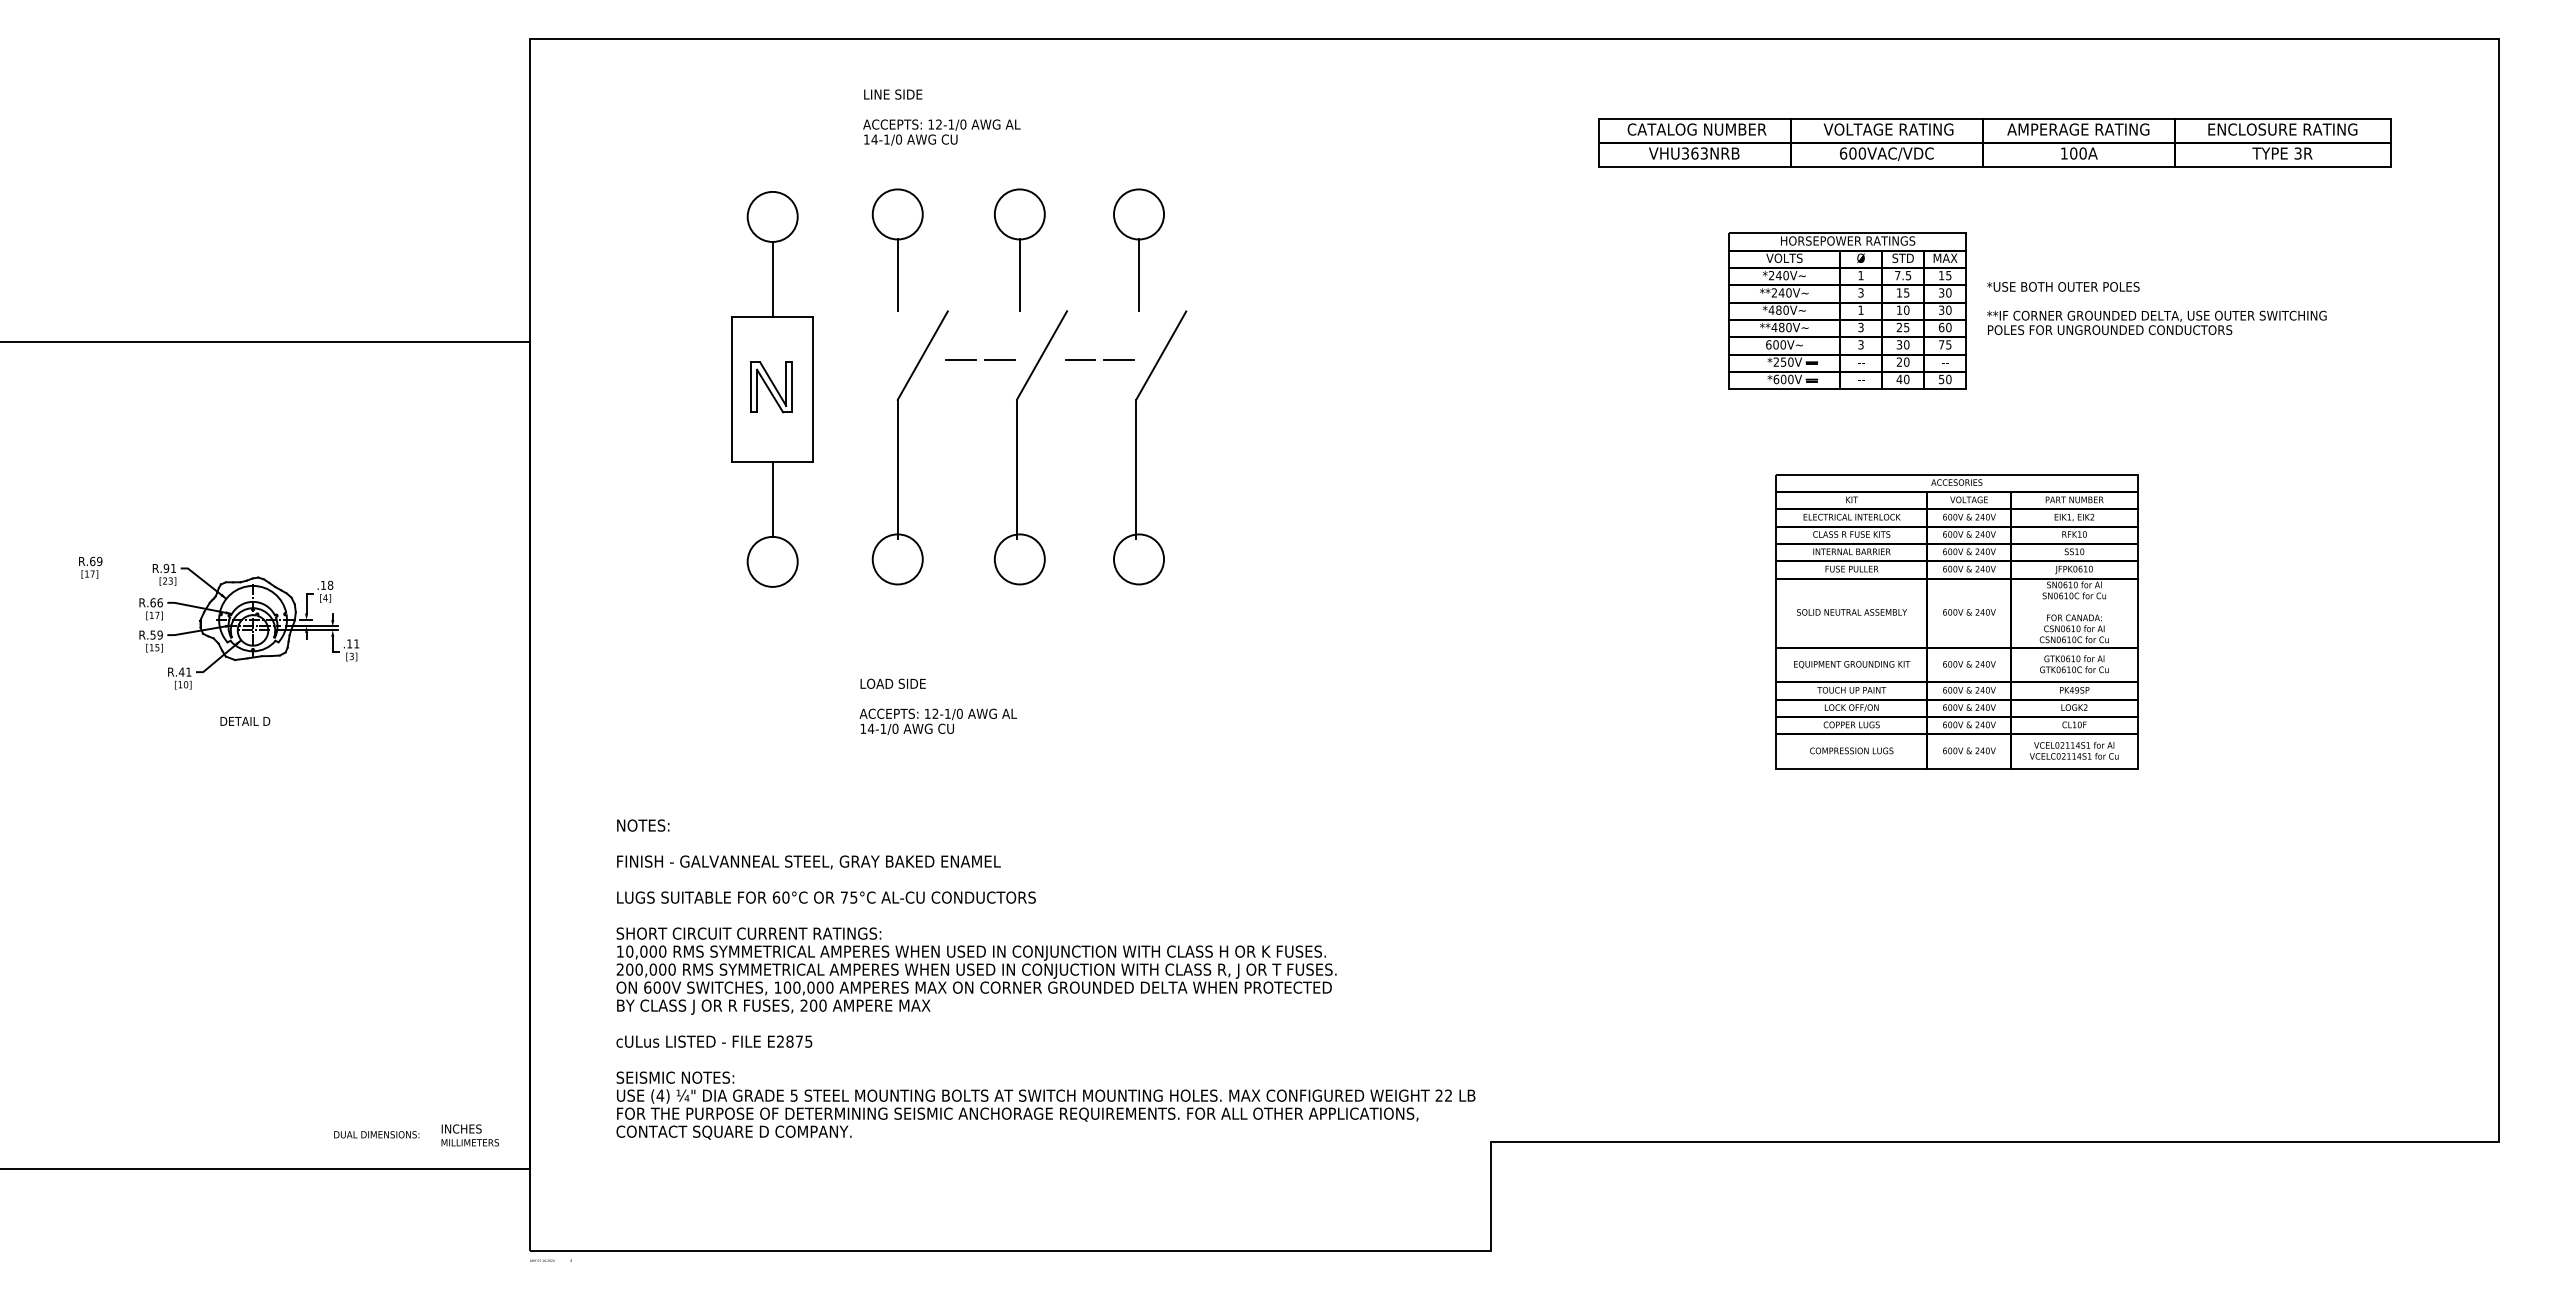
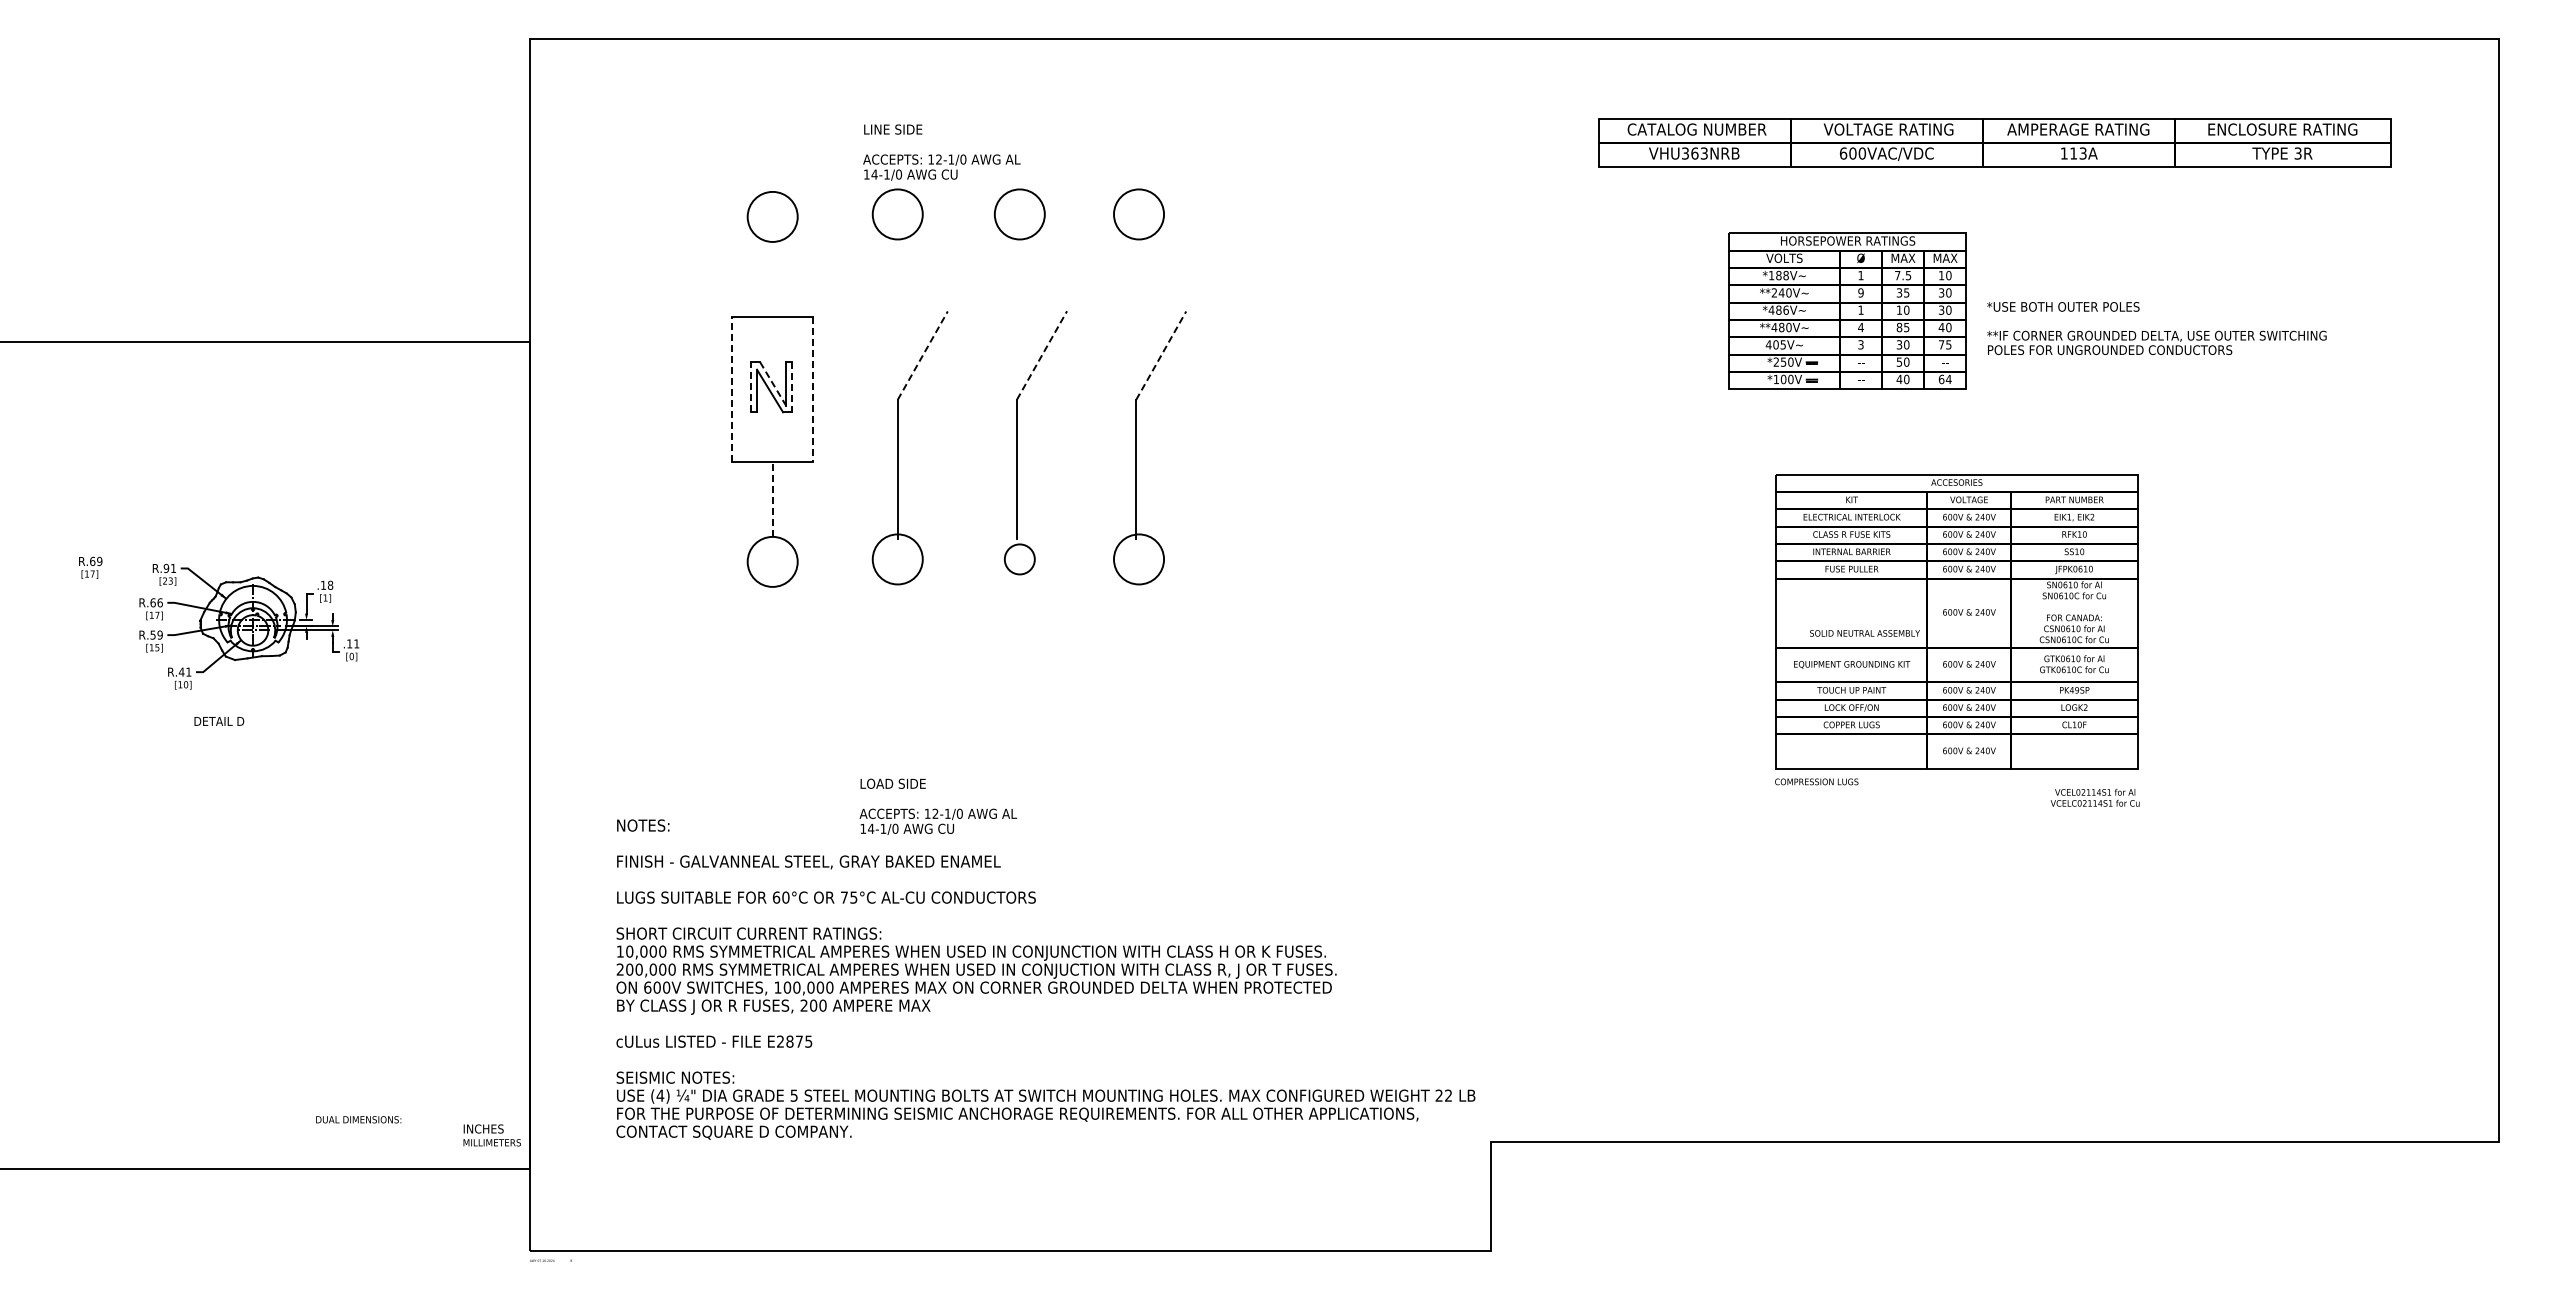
text at (941, 117) position: (941, 117) -> (941, 152)
text at (2078, 153): 100A -> 113A
text at (1903, 257): STD -> MAX
line at (897, 275): present -> none
line at (1019, 275): present -> none
line at (1139, 275): present -> none
text at (1778, 275): *240V~ -> *188V~
text at (1948, 275): 15 -> 10
line at (772, 278): present -> none
text at (1860, 292): 3 -> 9
text at (1899, 292): 15 -> 35
text at (2156, 308) position: (2156, 308) -> (2156, 328)
text at (1785, 309): *480V~ -> *486V~
text at (1860, 327): 3 -> 4
text at (1899, 327): 25 -> 85
text at (1941, 327): 60 -> 40
text at (1775, 344): 600V~ -> 405V~
line at (922, 355): solid -> dashed
line at (1042, 355): solid -> dashed
line at (1161, 355): solid -> dashed
line at (961, 359): present -> none
line at (999, 359): present -> none
line at (1080, 359): present -> none
line at (1118, 359): present -> none
text at (1899, 361): 20 -> 50
text at (1776, 379): *600V -> *100V
text at (1944, 379): 50 -> 64
line at (773, 384): solid -> dashed
line at (750, 386): solid -> dashed
line at (792, 387): solid -> dashed
line at (732, 388): solid -> dashed
line at (812, 389): solid -> dashed
line at (772, 499): solid -> dashed
circle at (1019, 559) diameter: 50 px -> 30 px
text at (325, 597): [4] -> [1]
text at (1851, 612) position: (1851, 612) -> (1864, 633)
text at (351, 656): [3] -> [0]
text at (938, 706) position: (938, 706) -> (938, 806)
text at (245, 721) position: (245, 721) -> (219, 721)
text at (1851, 750) position: (1851, 750) -> (1816, 781)
text at (2073, 750) position: (2073, 750) -> (2094, 797)
text at (376, 1134) position: (376, 1134) -> (358, 1119)
text at (469, 1135) position: (469, 1135) -> (491, 1135)
